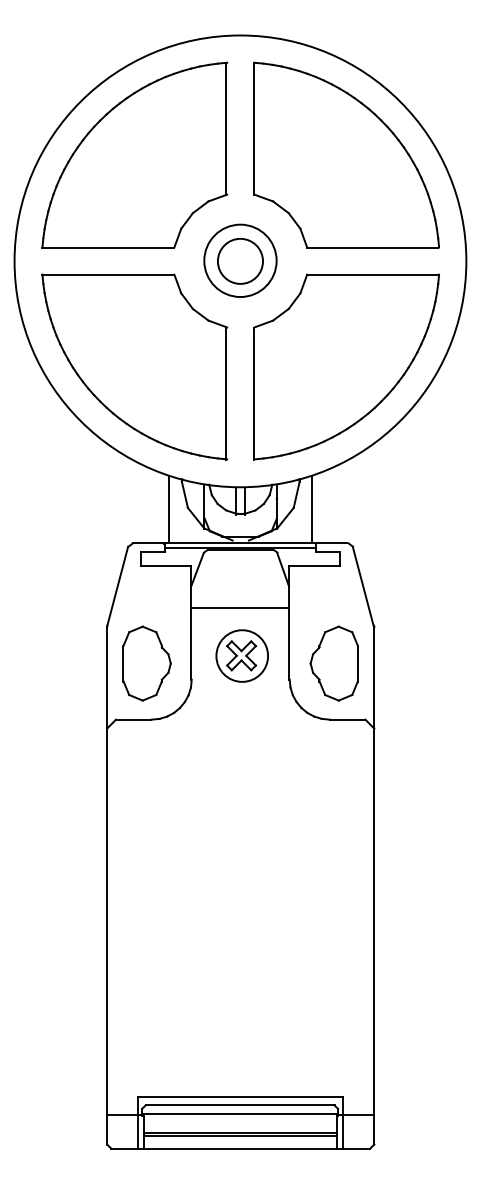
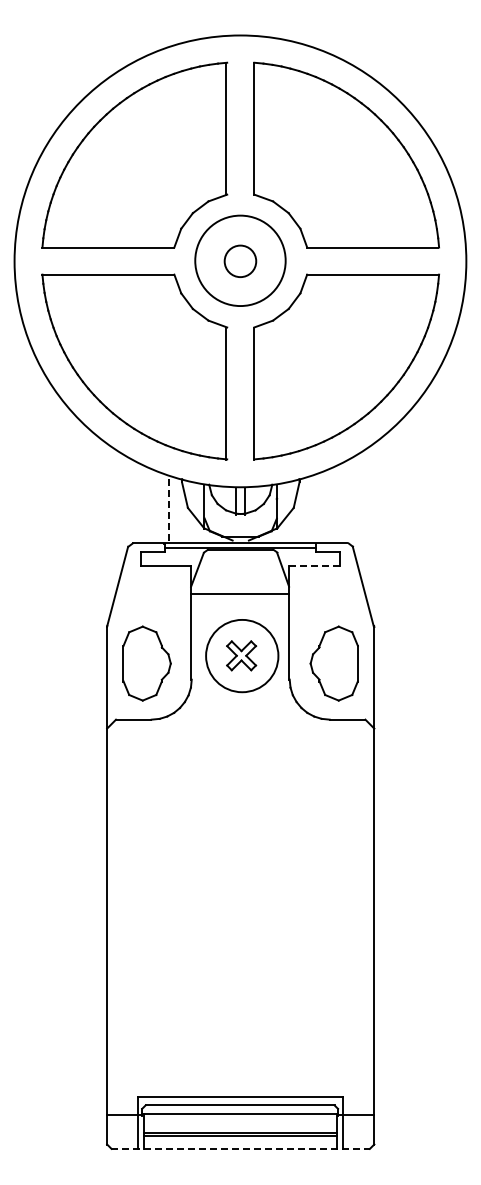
circle at (240, 260) diameter: 45 px -> 32 px
circle at (240, 260) diameter: 72 px -> 90 px
line at (168, 508): solid -> dashed
line at (312, 508): present -> none
line at (314, 566): solid -> dashed
line at (240, 608) position: (240, 608) -> (240, 594)
circle at (242, 655) diameter: 52 px -> 72 px
line at (240, 1149): solid -> dashed
